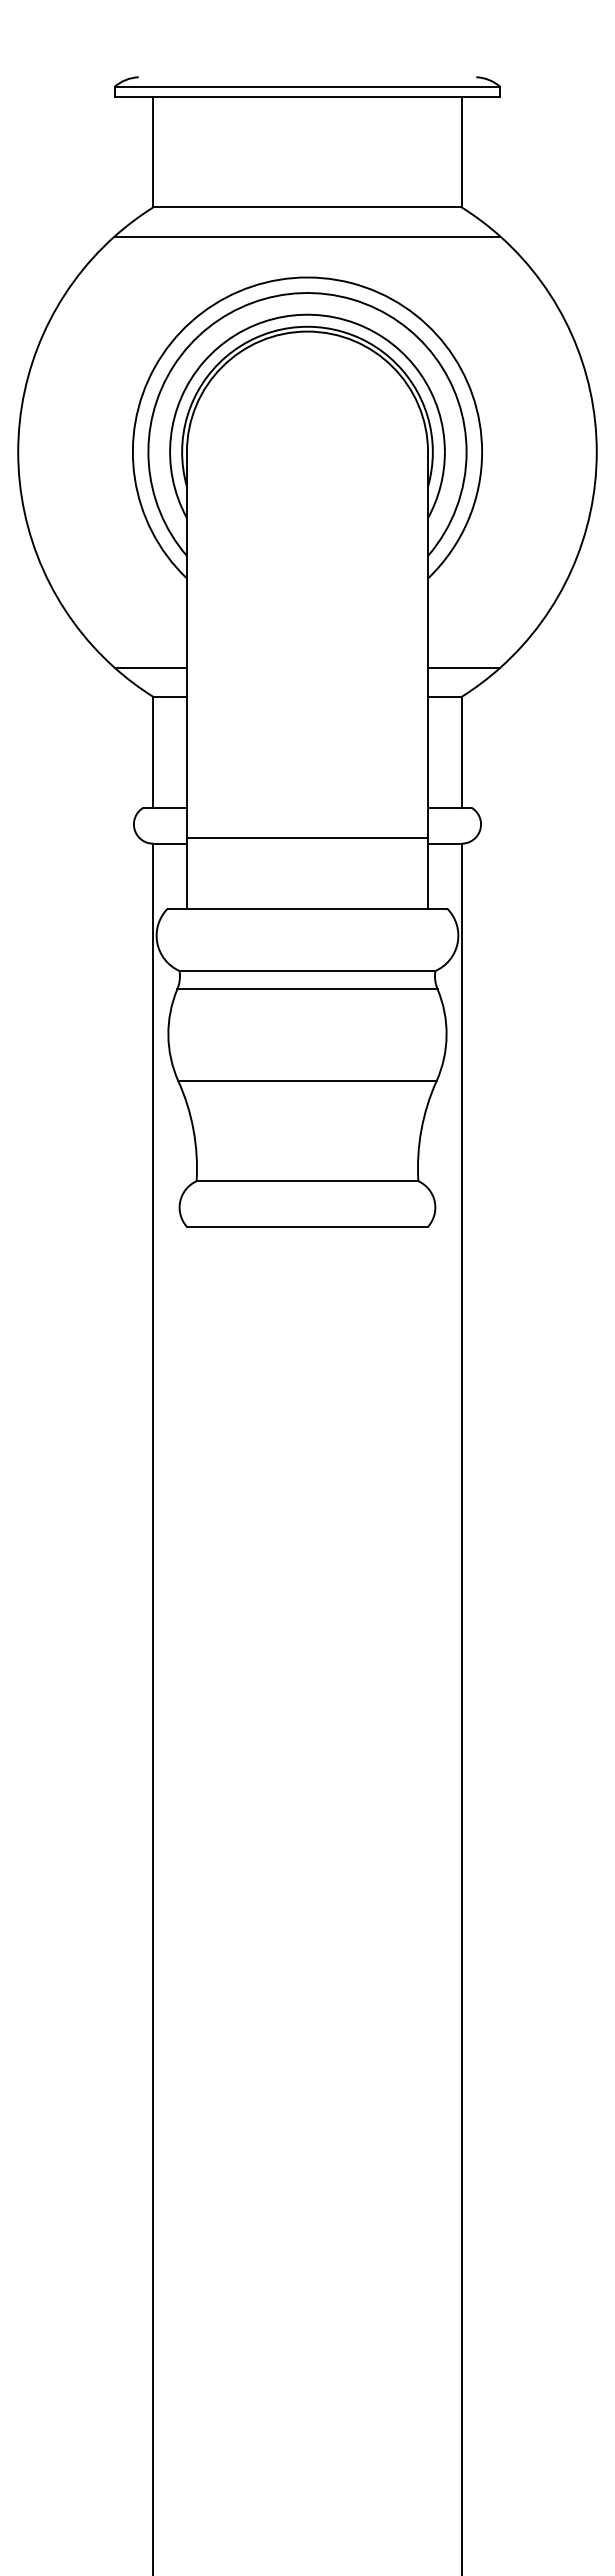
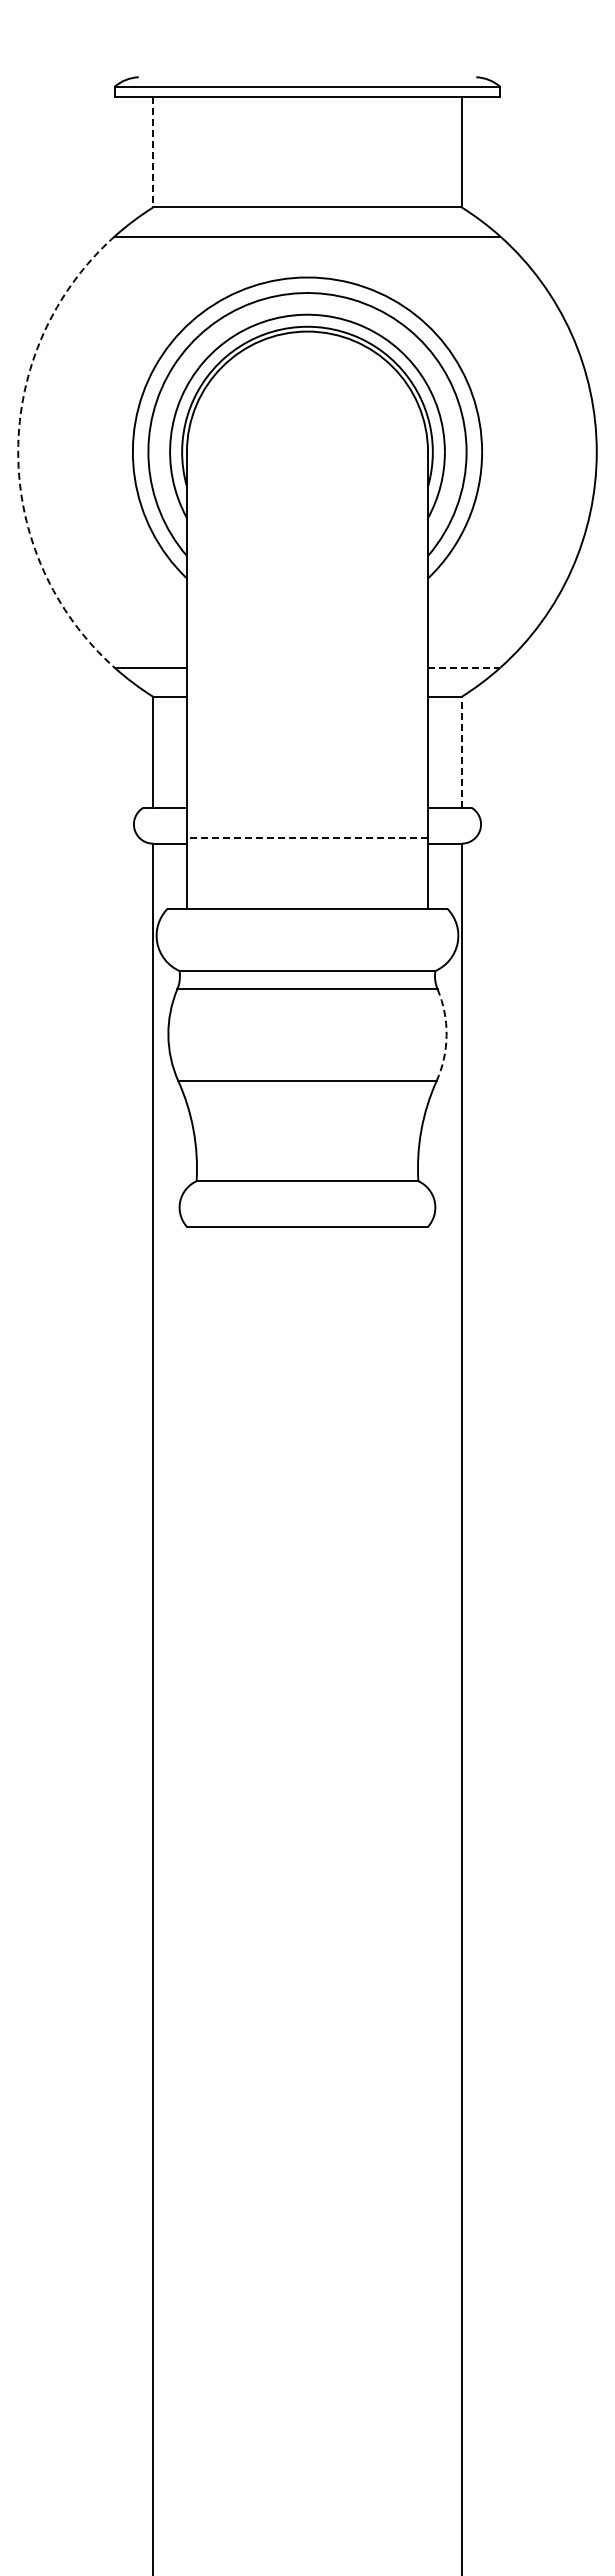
line at (153, 152): solid -> dashed
arc at (18, 452): solid -> dashed
line at (464, 667): solid -> dashed
line at (461, 751): solid -> dashed
line at (307, 837): solid -> dashed
arc at (446, 1035): solid -> dashed
